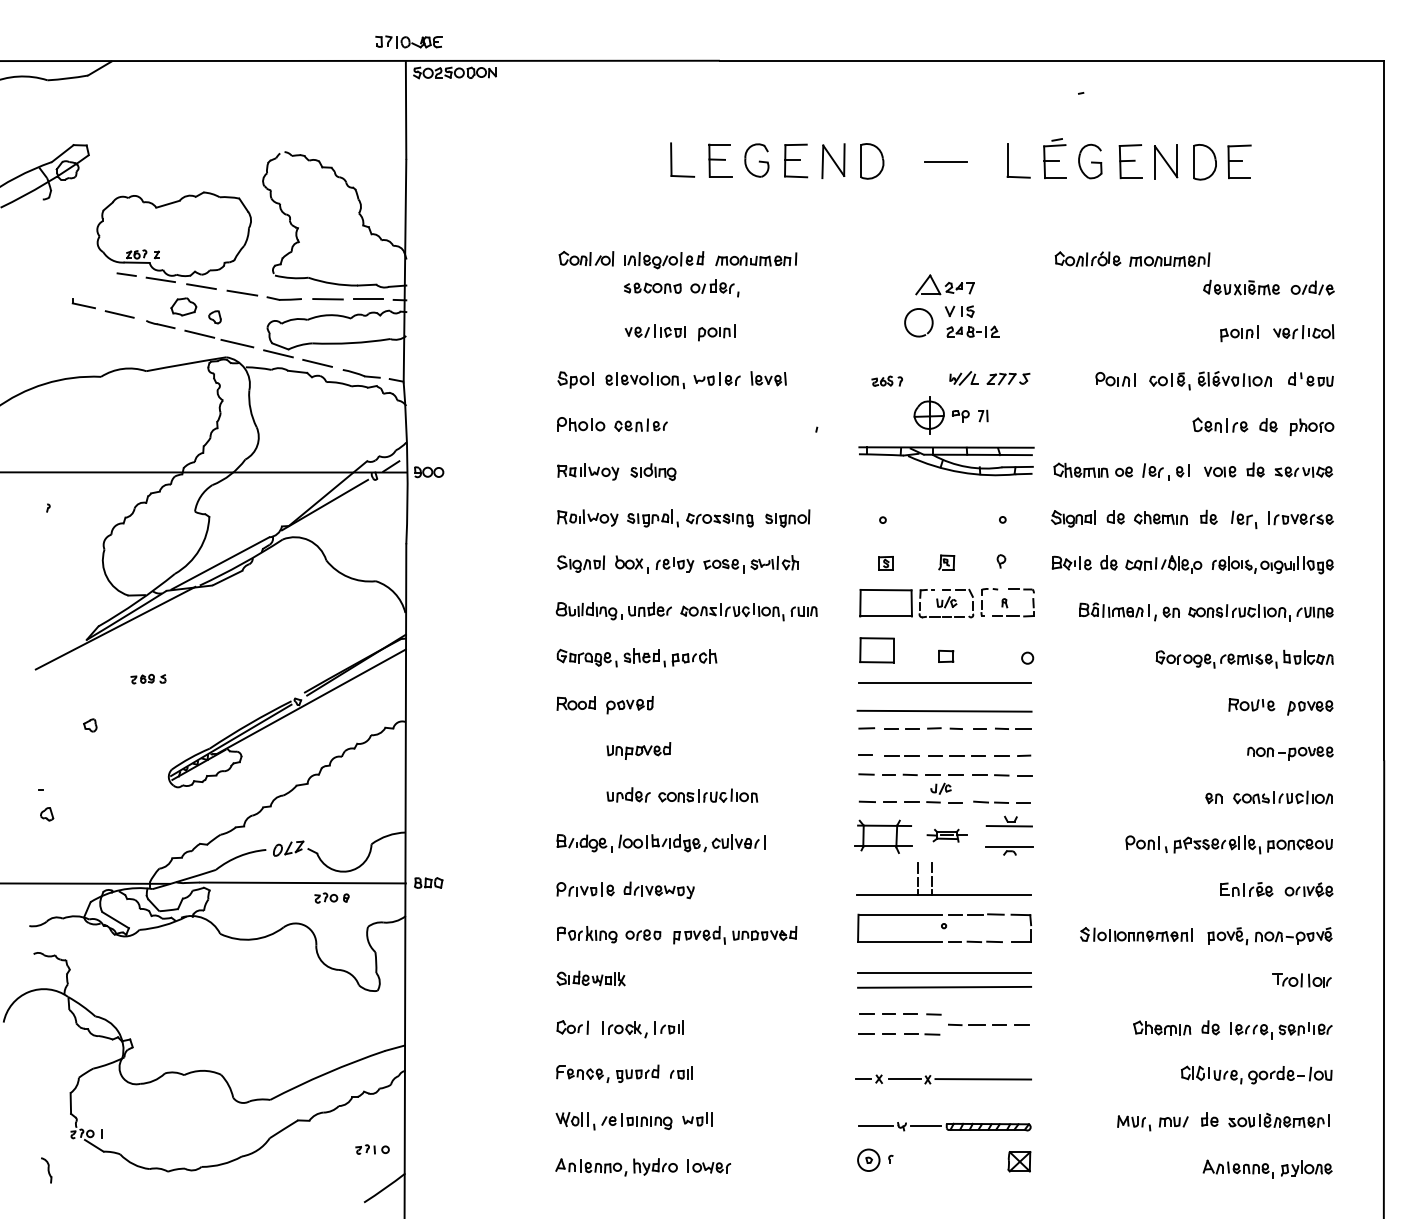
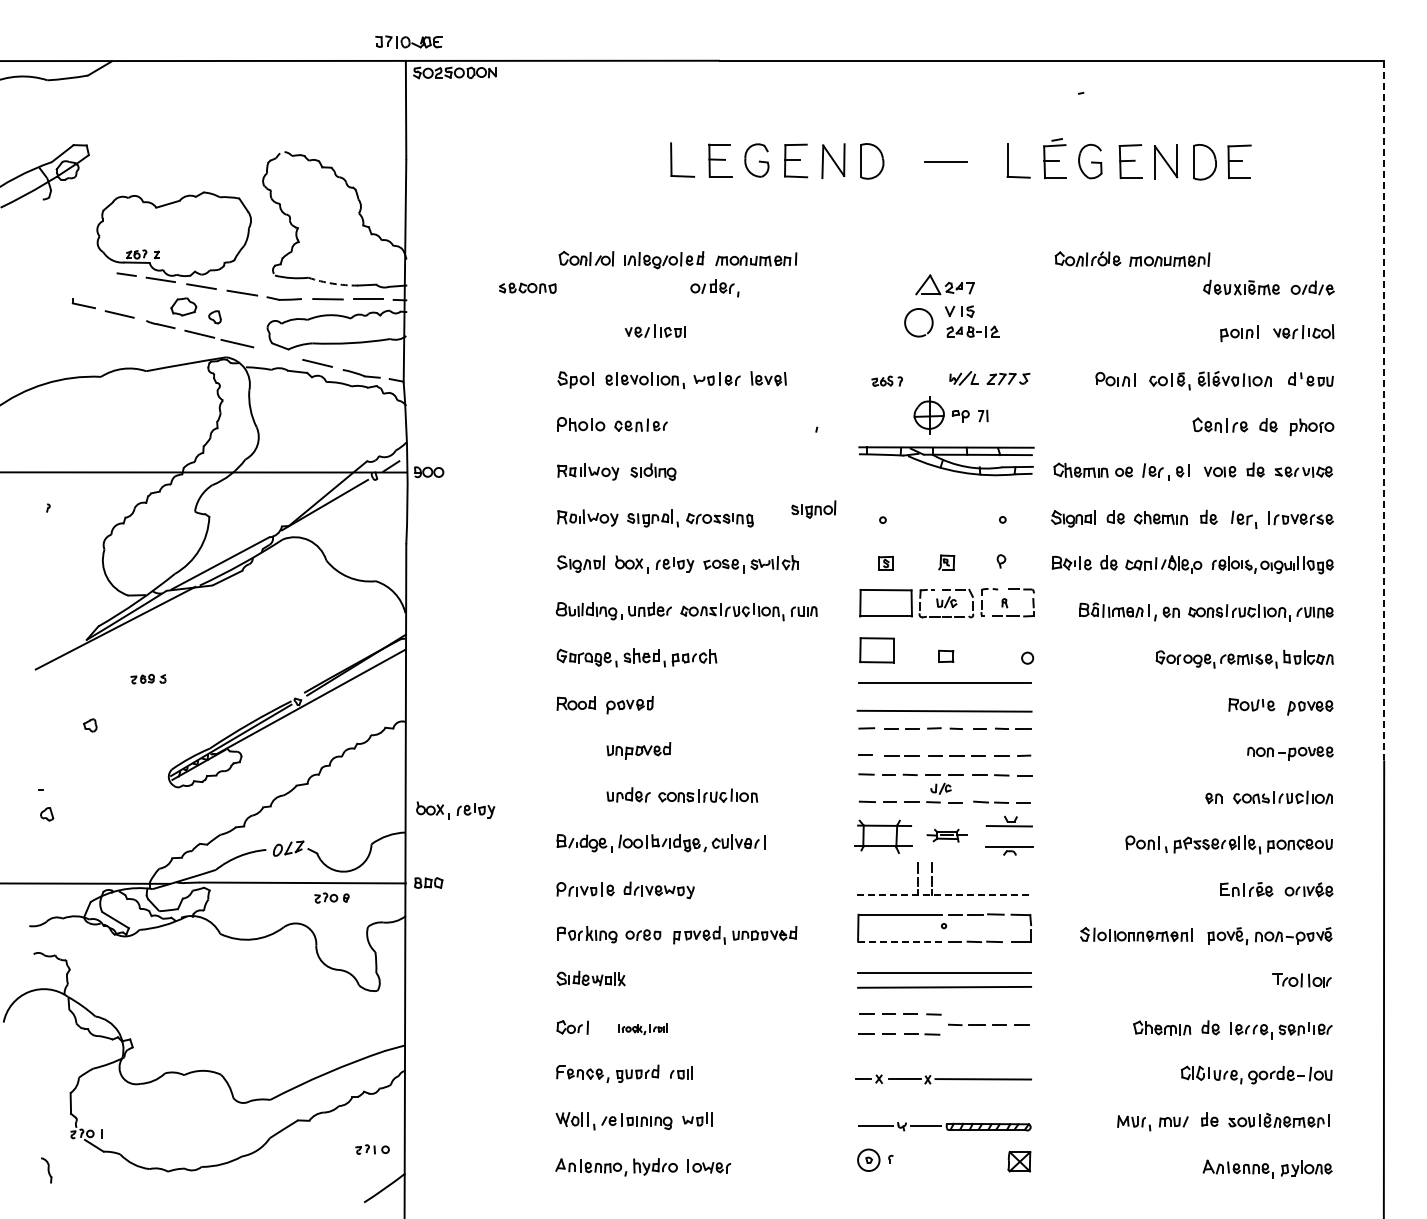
arc at (332, 283): solid -> dashed
part at (652, 287) position: (652, 287) -> (527, 287)
part at (716, 332): present -> none
line at (278, 353): present -> none
line at (1384, 410): solid -> dashed
part at (787, 518) position: (787, 518) -> (813, 509)
part at (455, 810): none -> present
line at (944, 895): solid -> dashed
line at (899, 941): solid -> dashed
part at (642, 1029) size: 82x19 px -> 50x13 px
